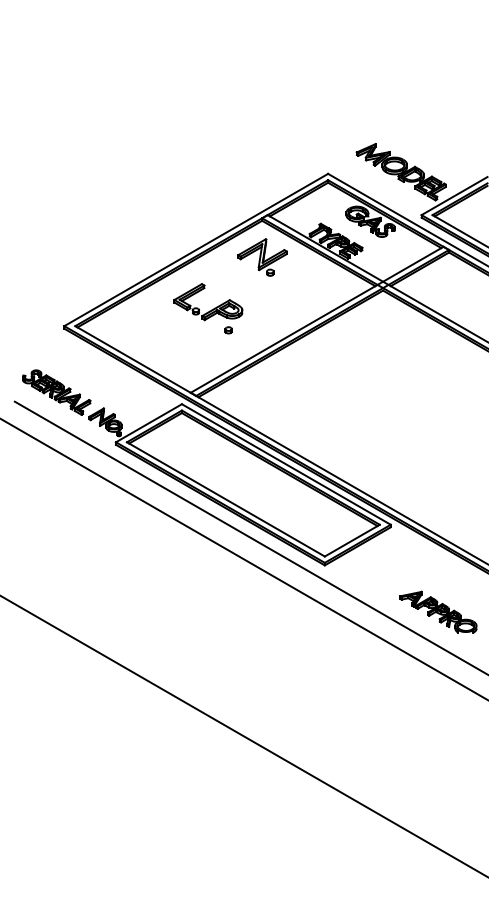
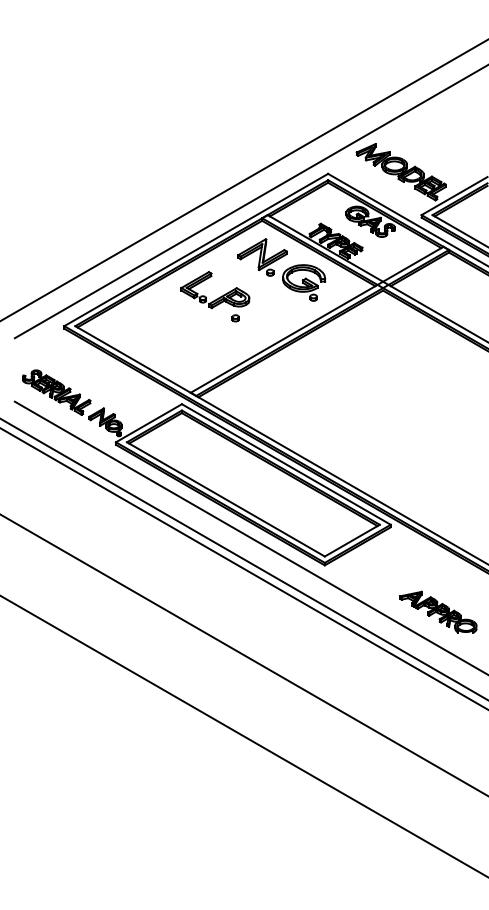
line at (243, 180): none -> present
line at (249, 202): none -> present
part at (304, 282): none -> present
part at (208, 308) position: (208, 308) -> (215, 296)
line at (243, 568): none -> present
line at (243, 654): none -> present
